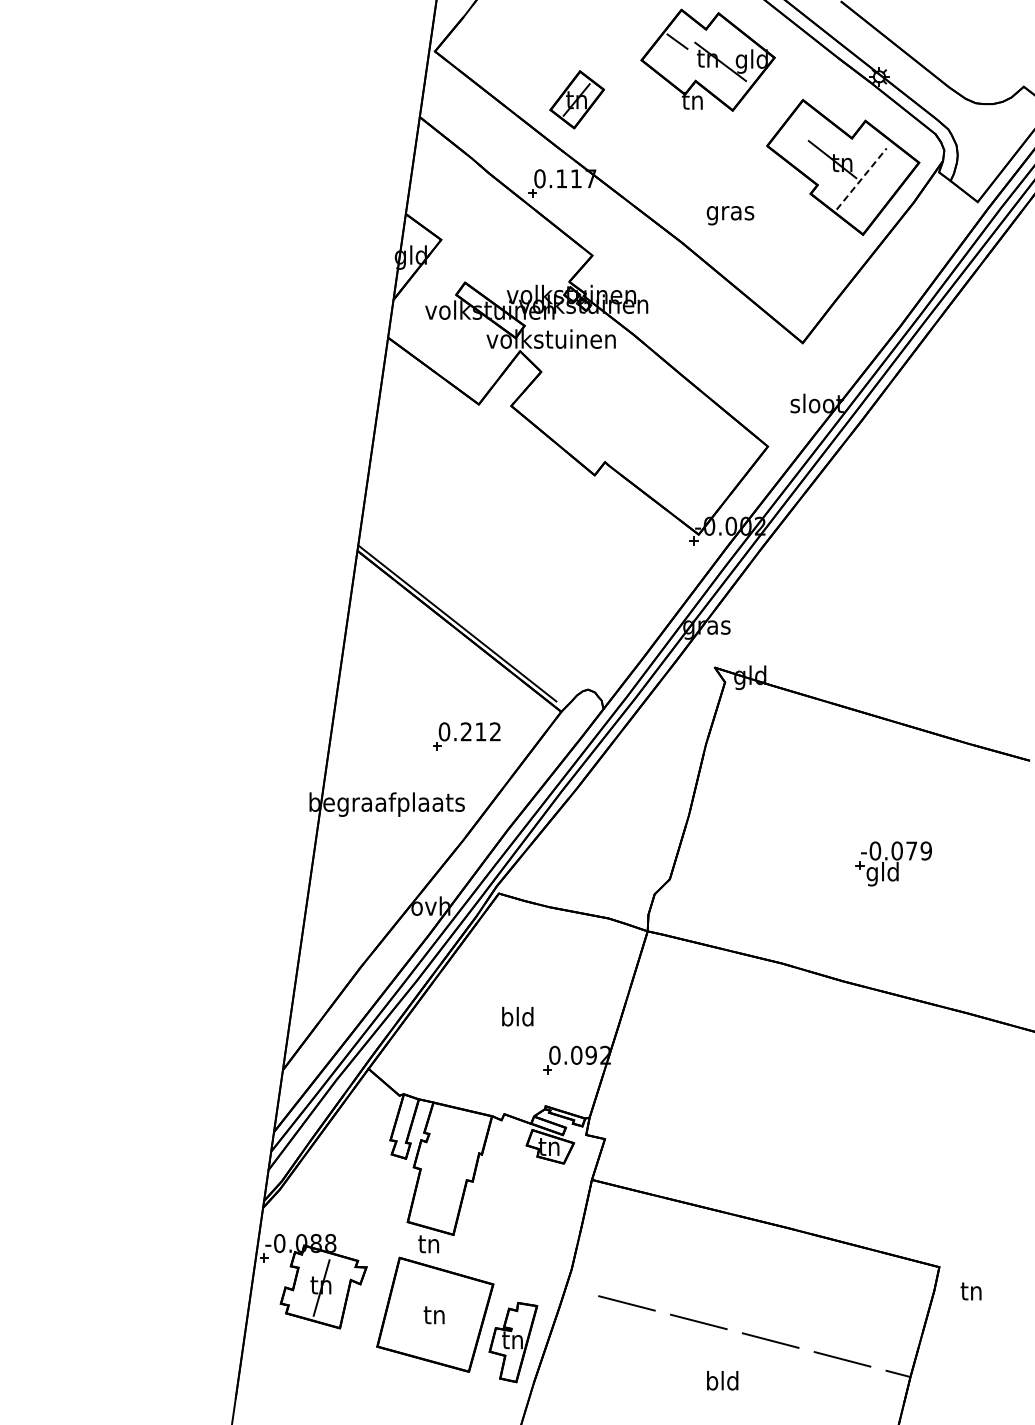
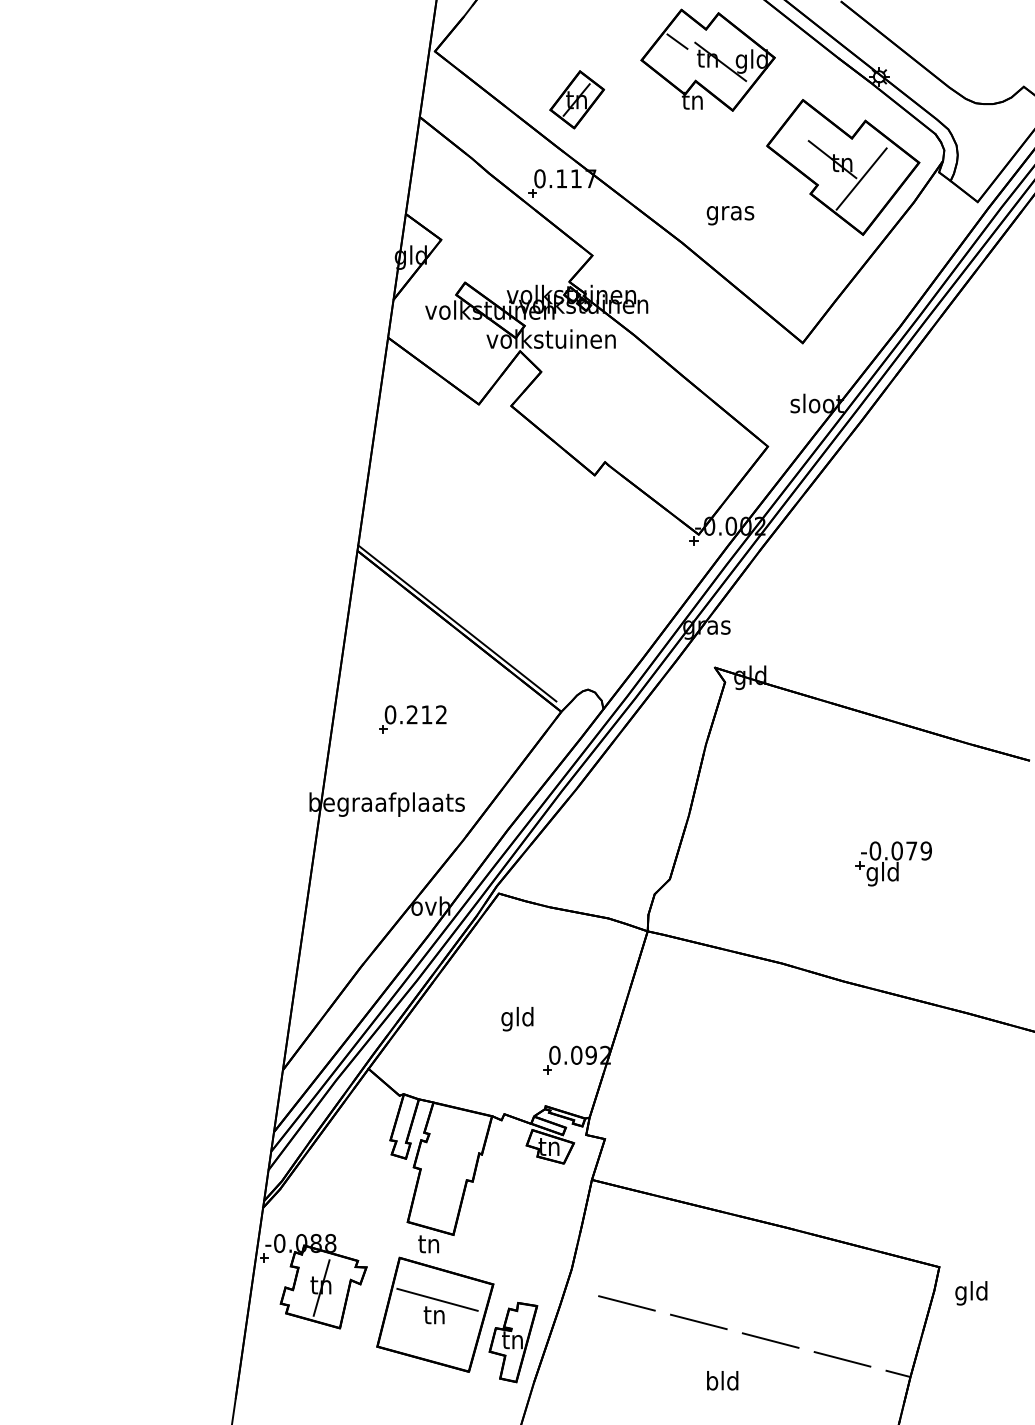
line at (861, 179): dashed -> solid
part at (466, 736) position: (466, 736) -> (412, 719)
text at (507, 1018): bld -> gld
text at (971, 1293): tn -> gld
line at (437, 1299): none -> present
